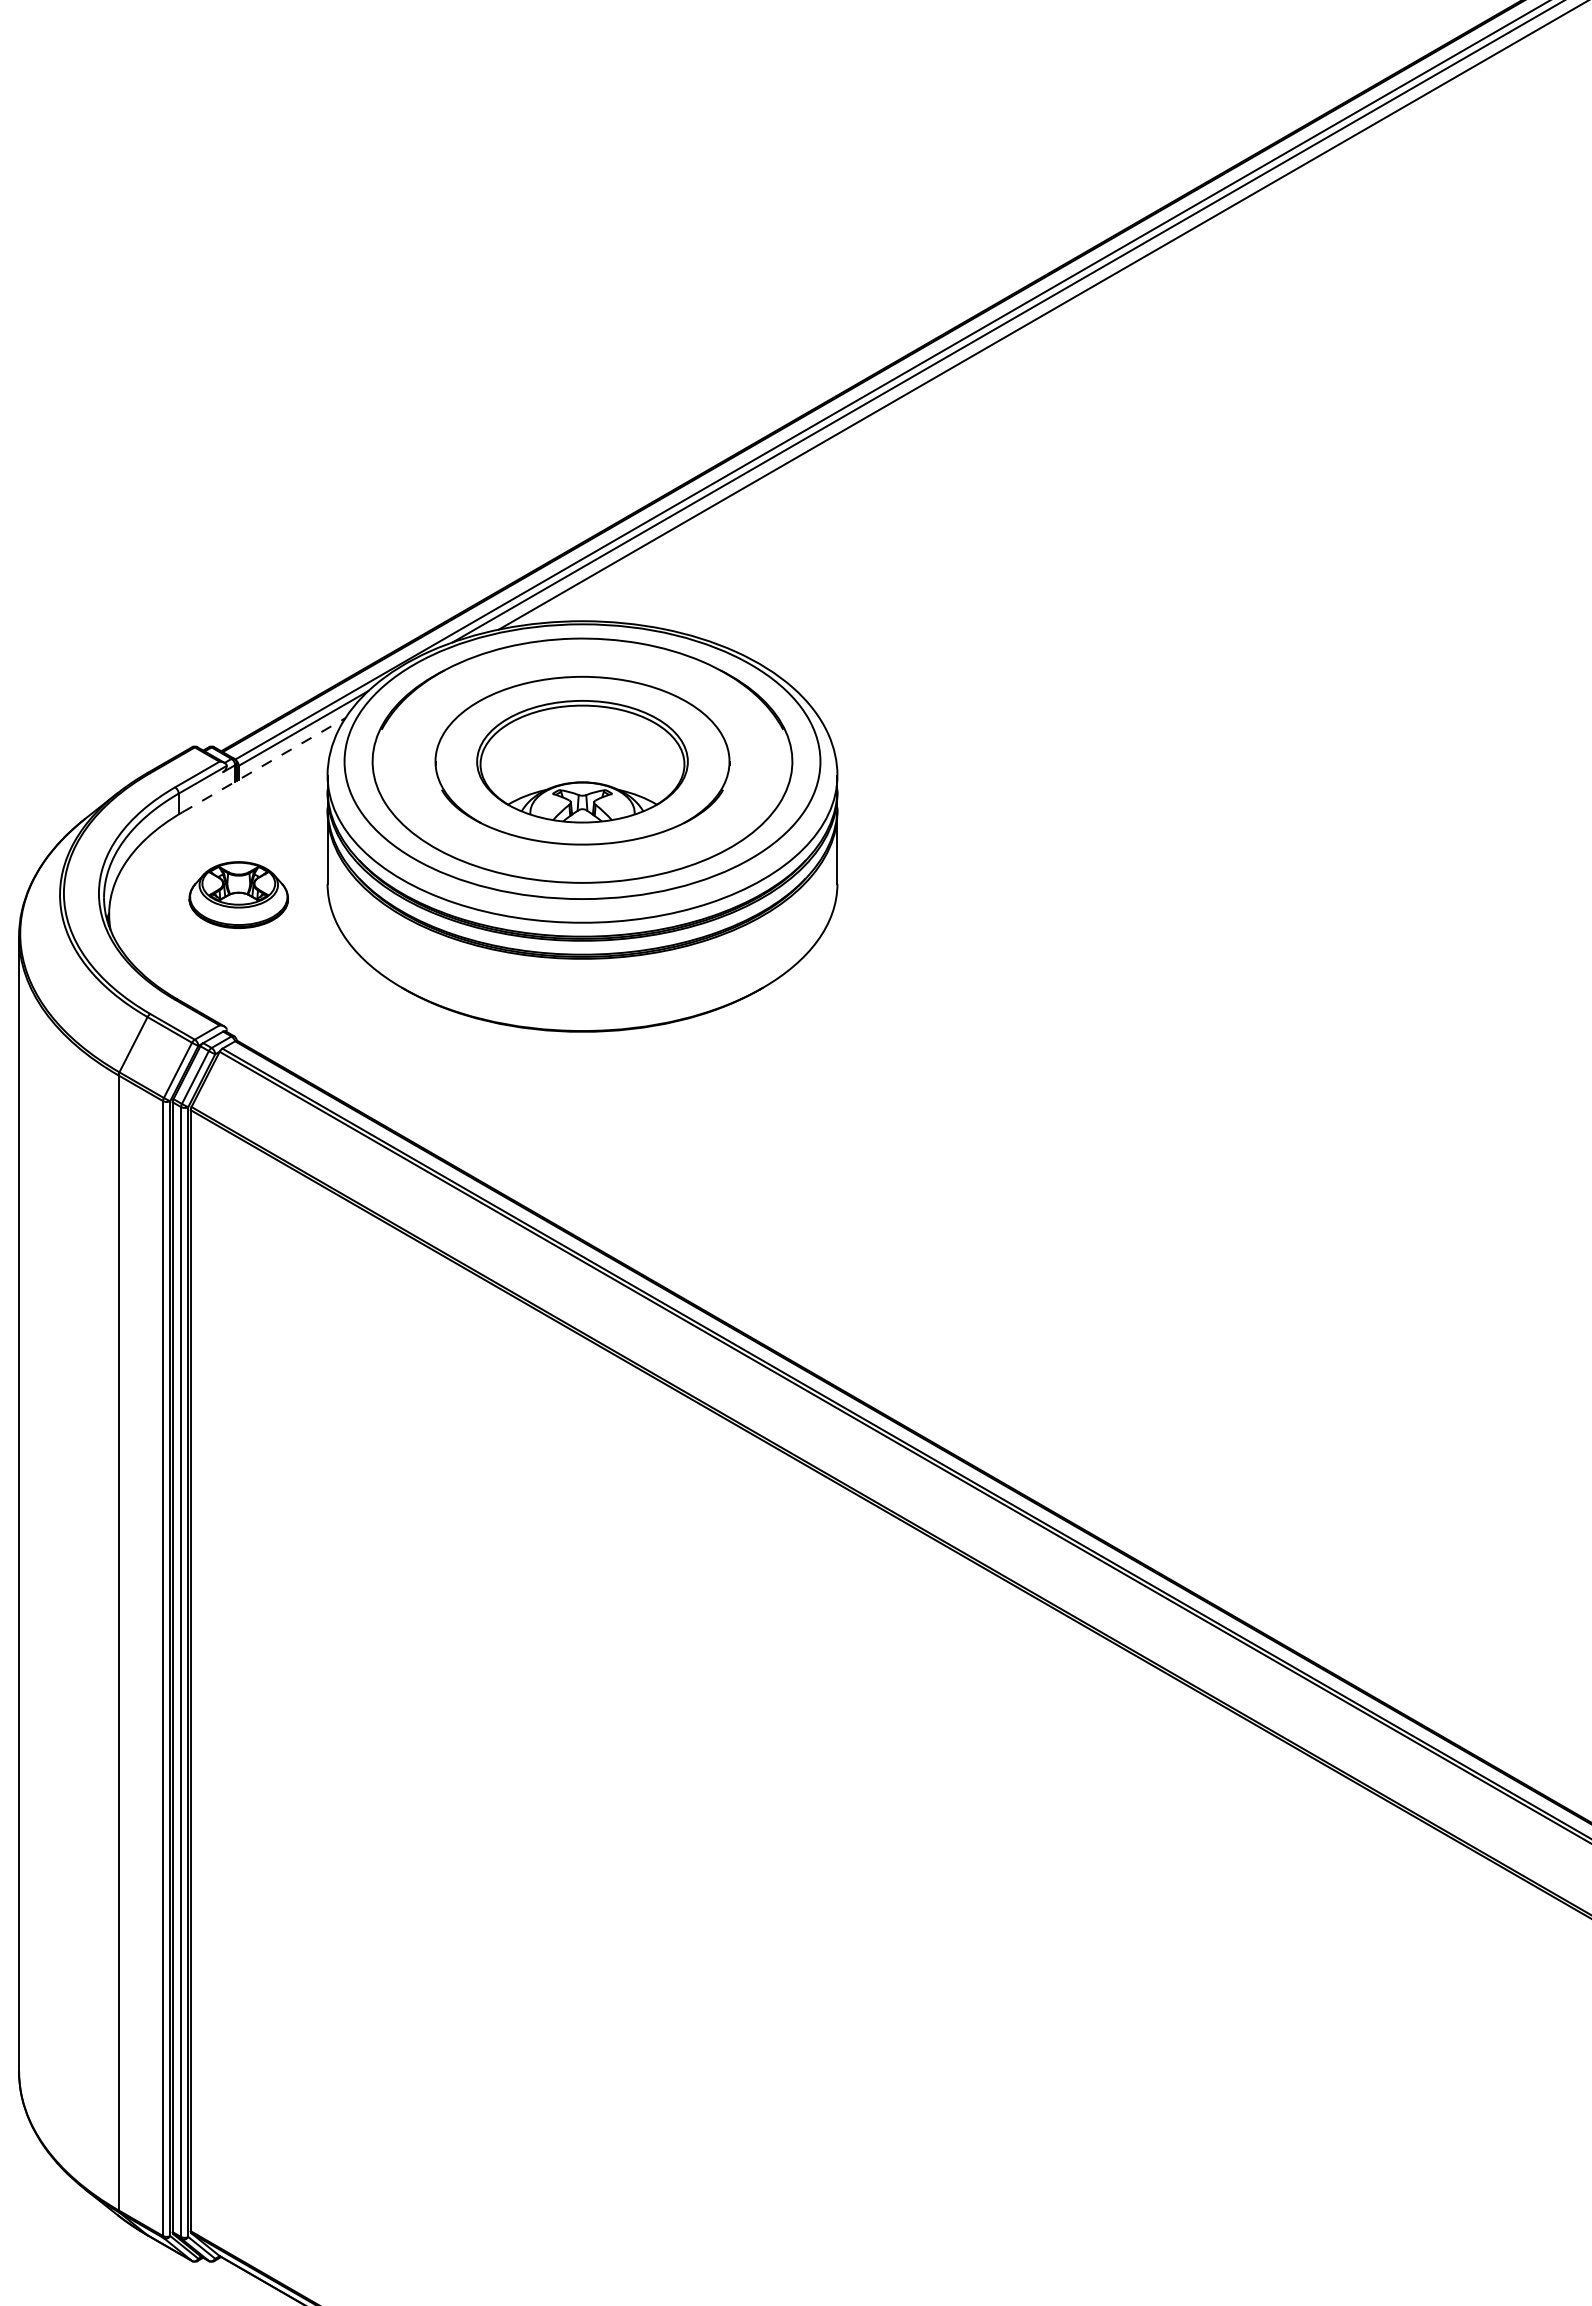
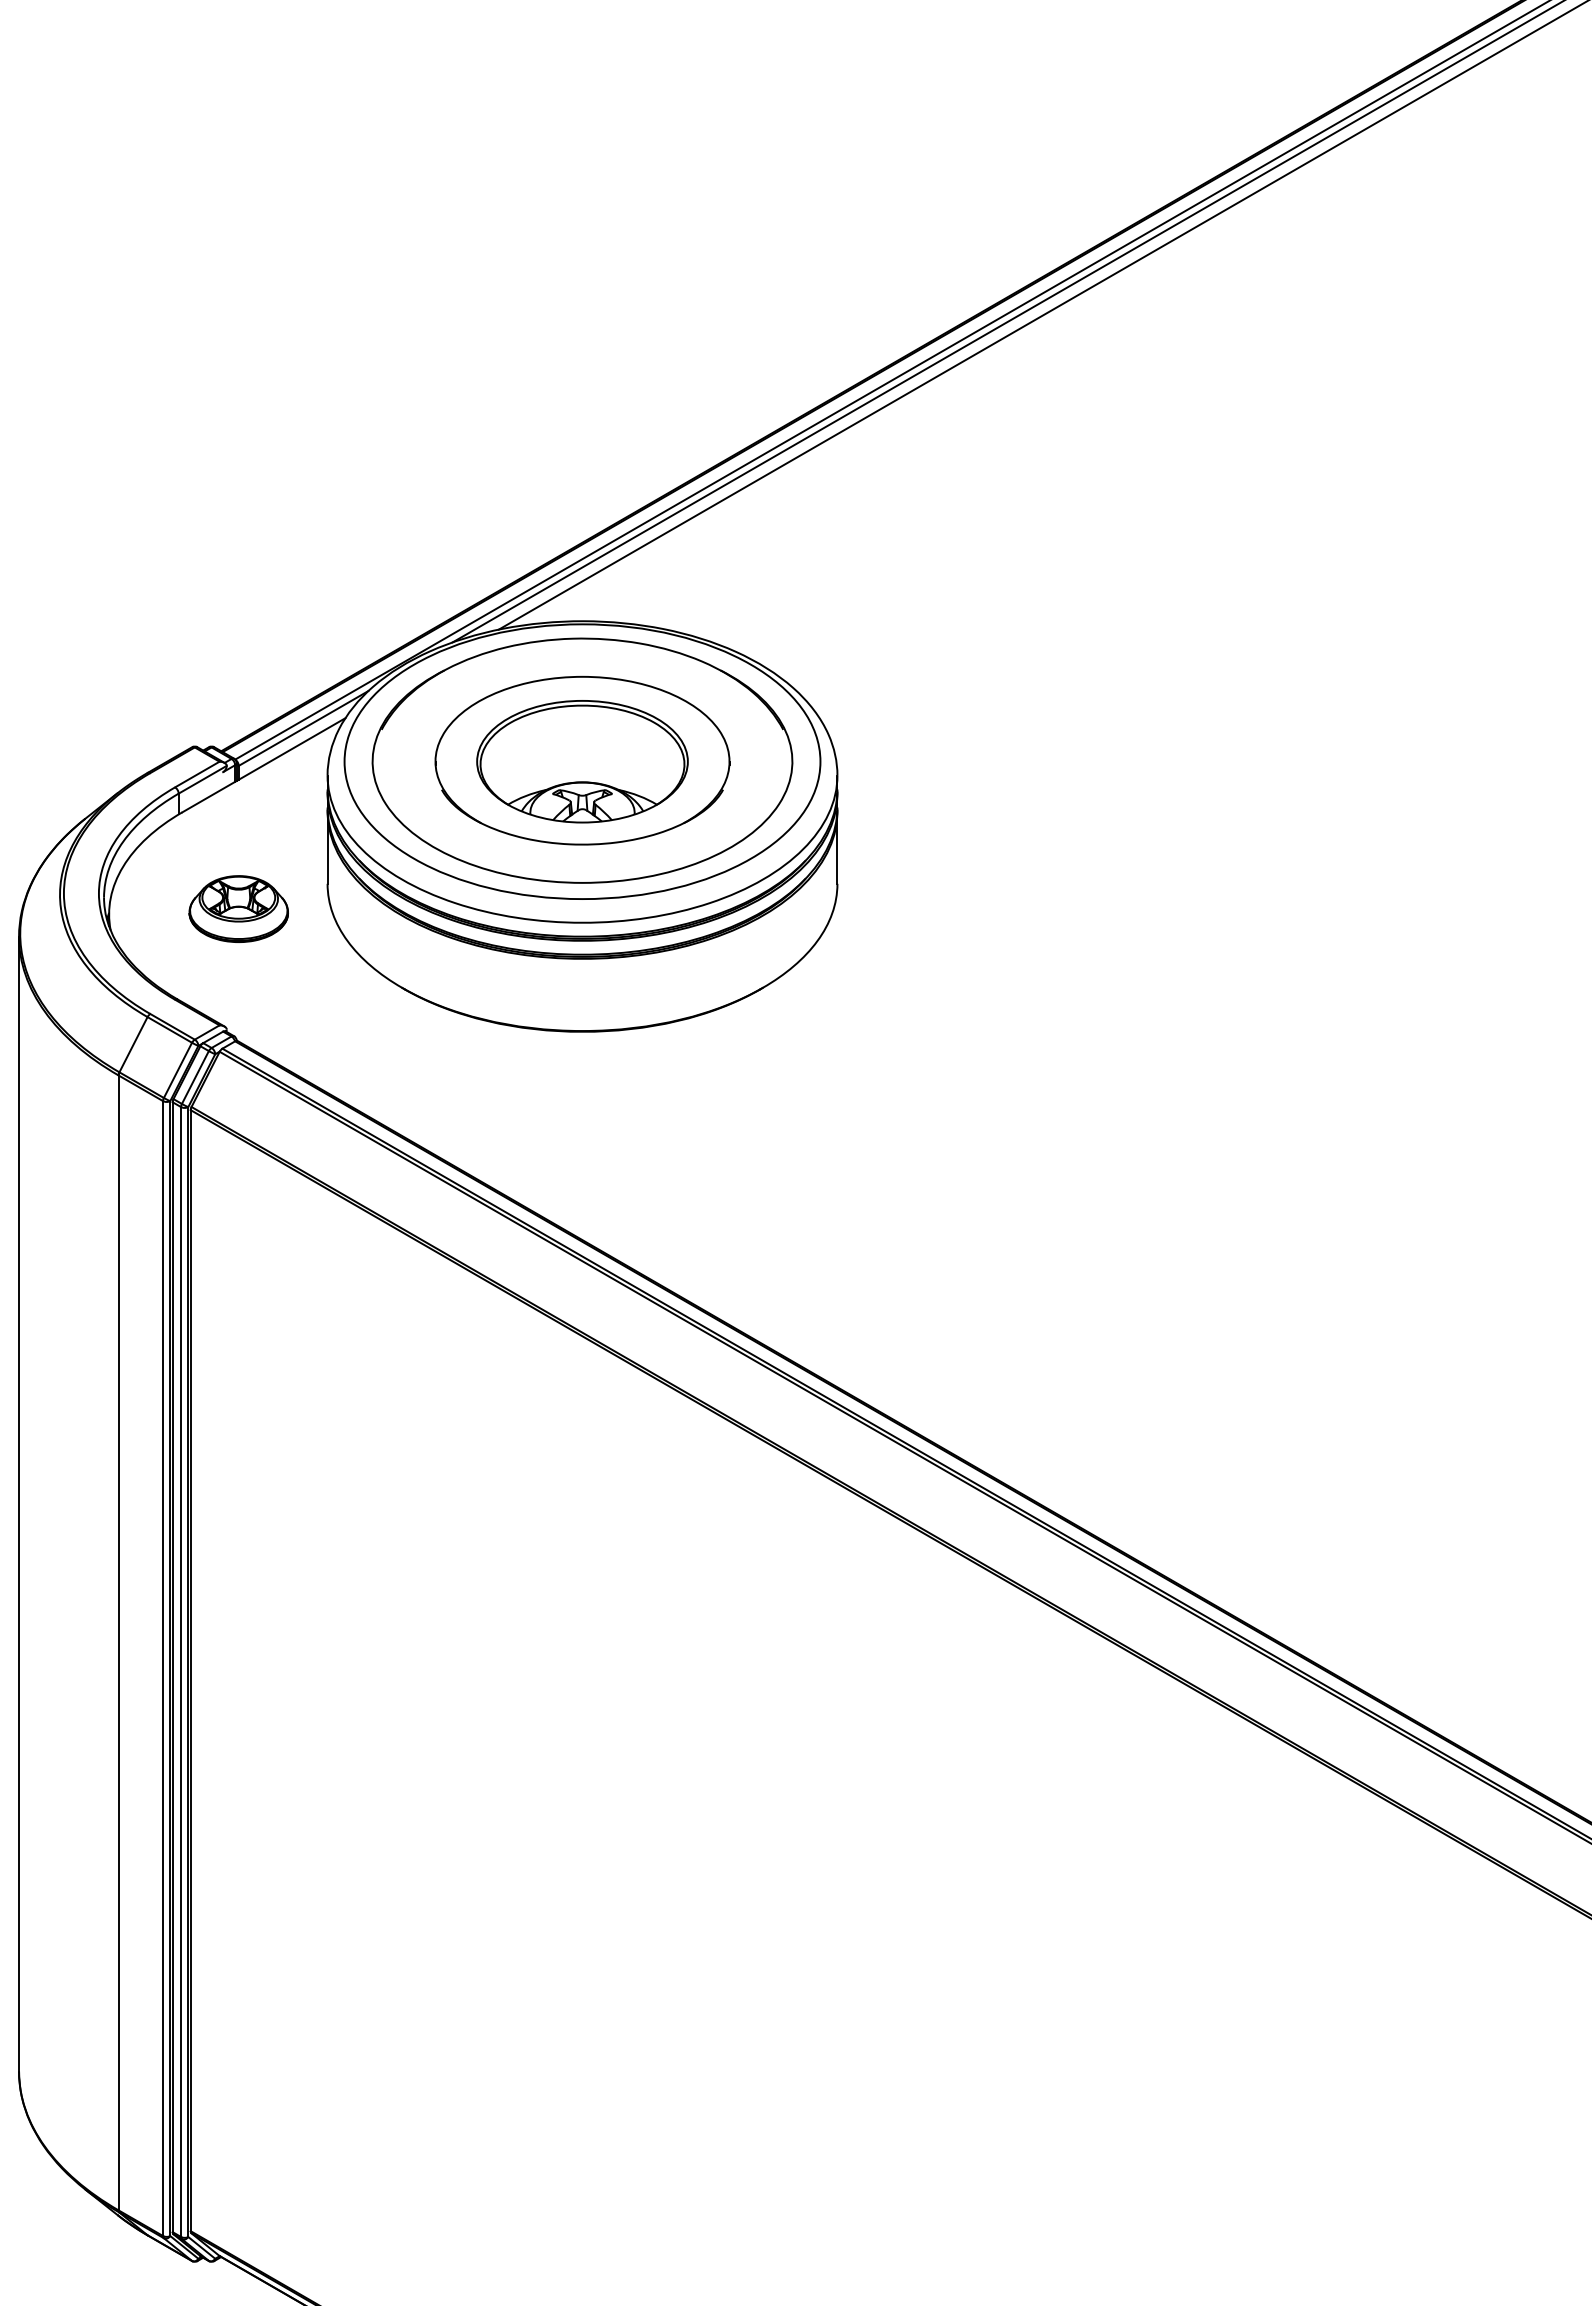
line at (264, 765): dashed -> solid
part at (238, 894) position: (238, 894) -> (238, 908)
